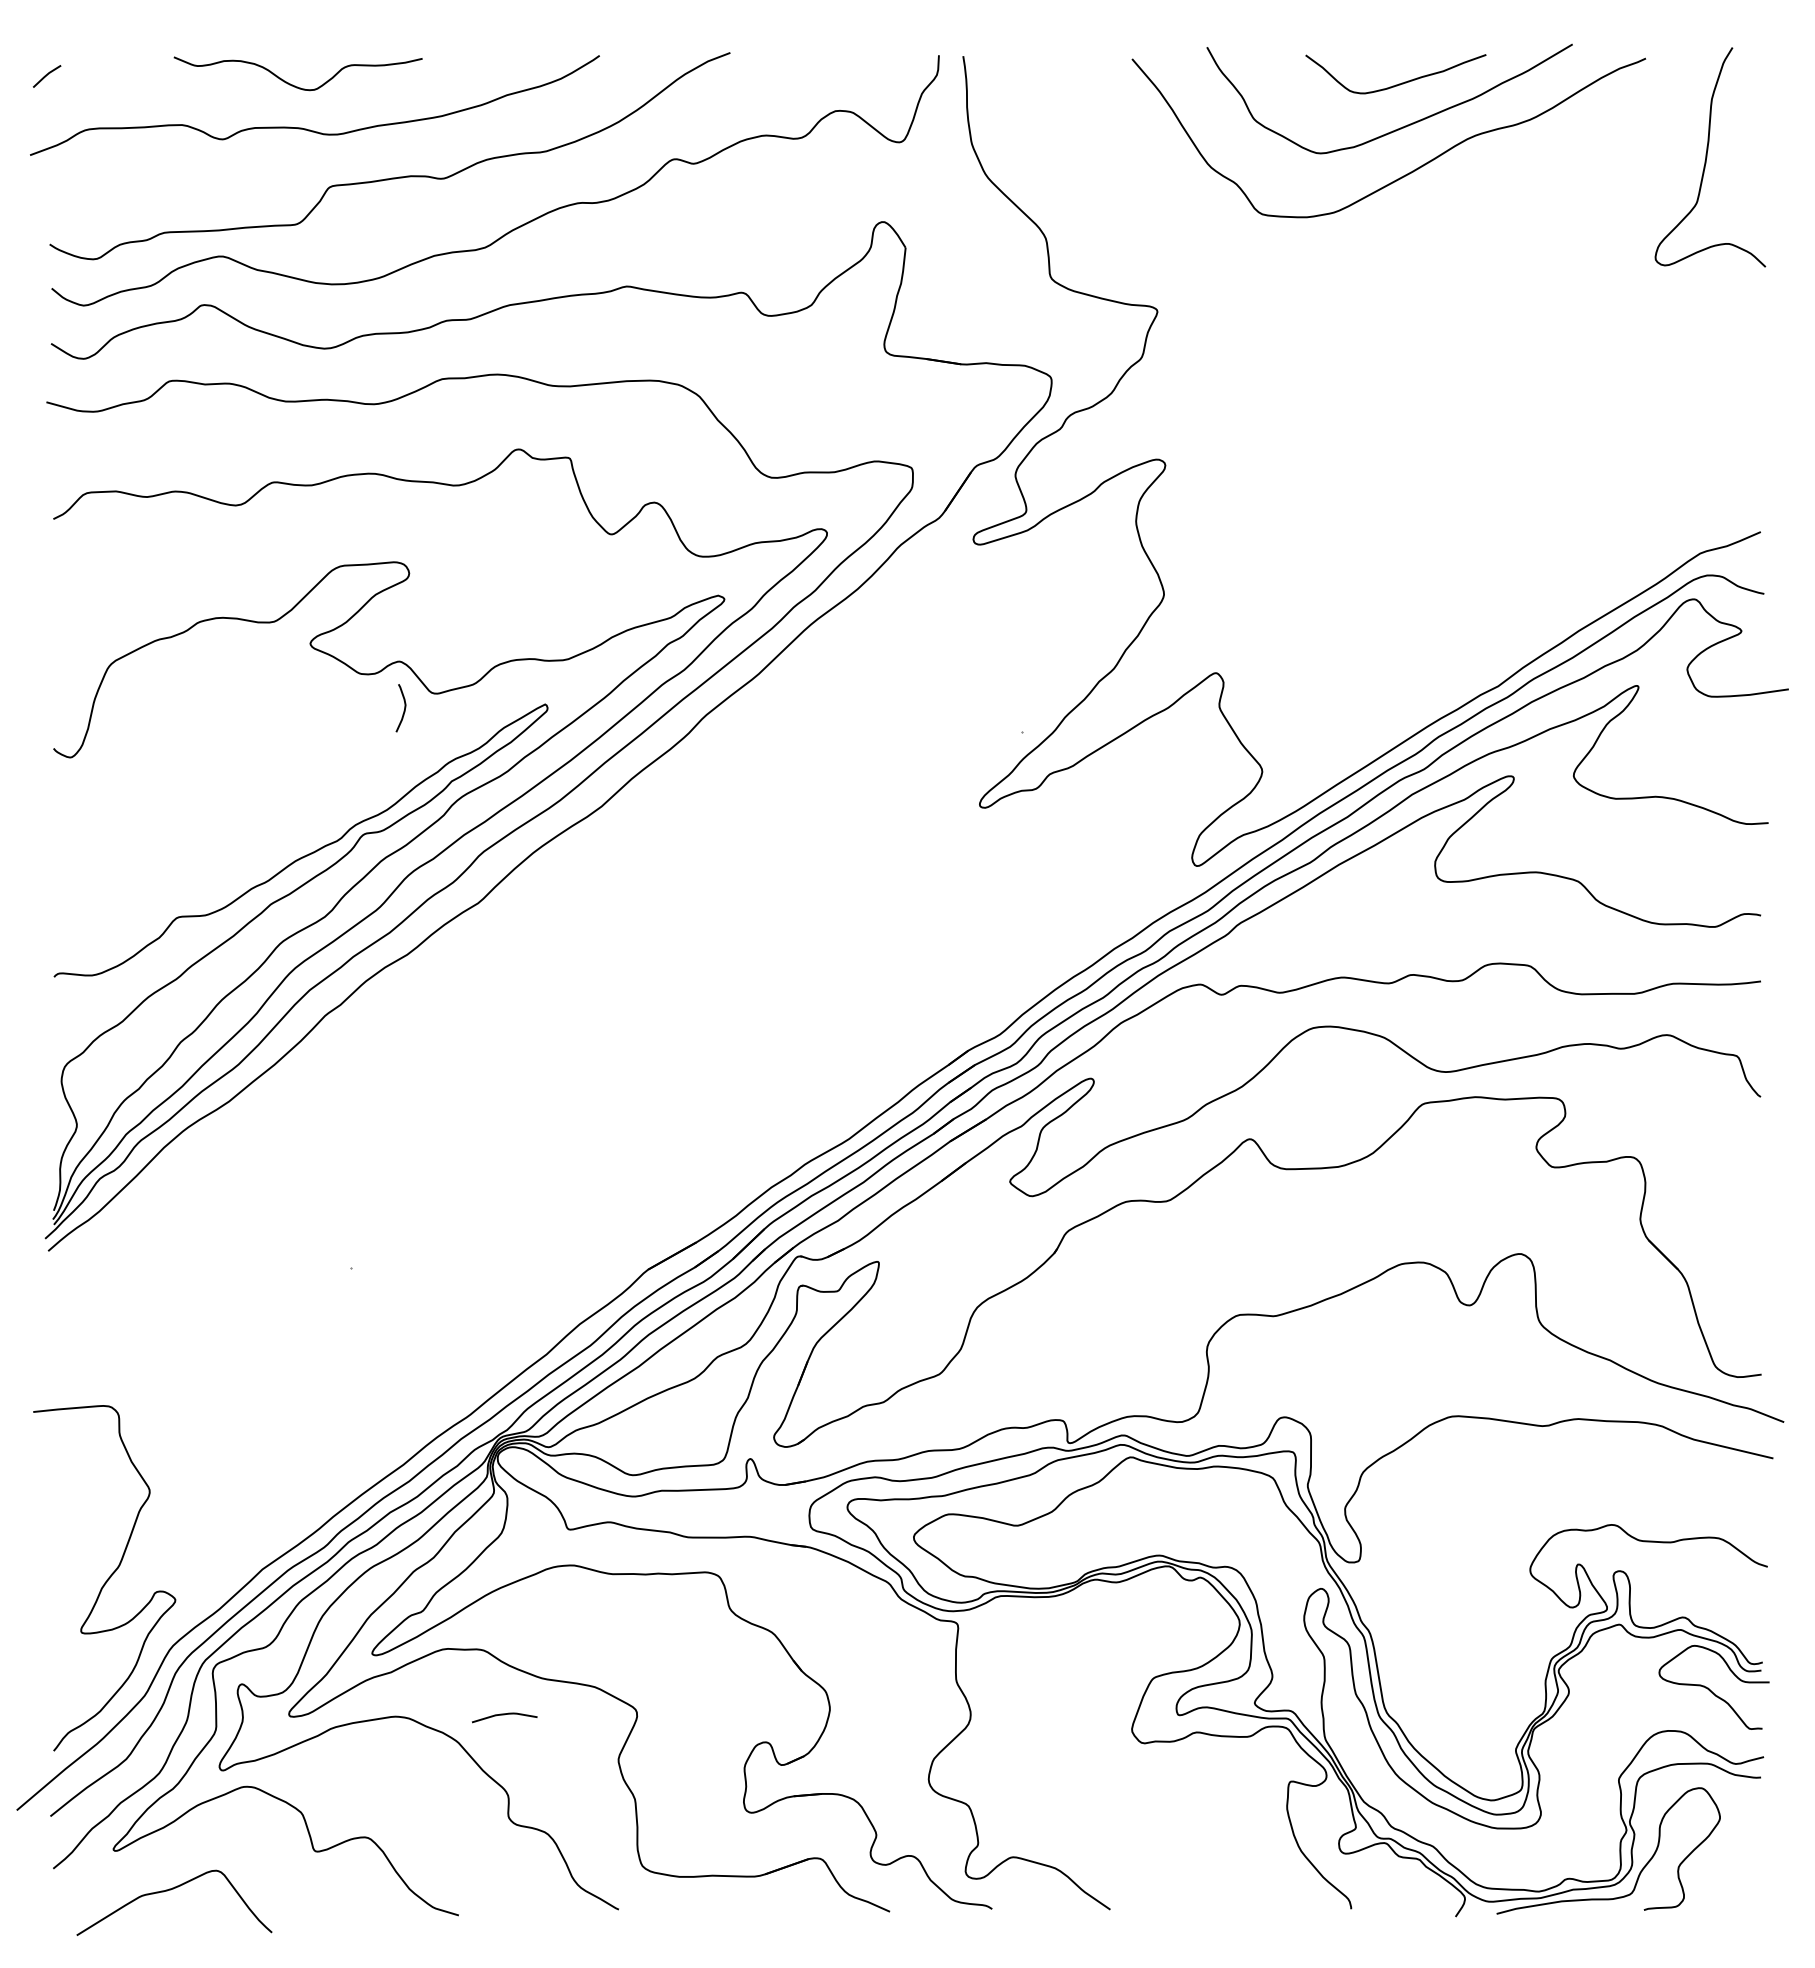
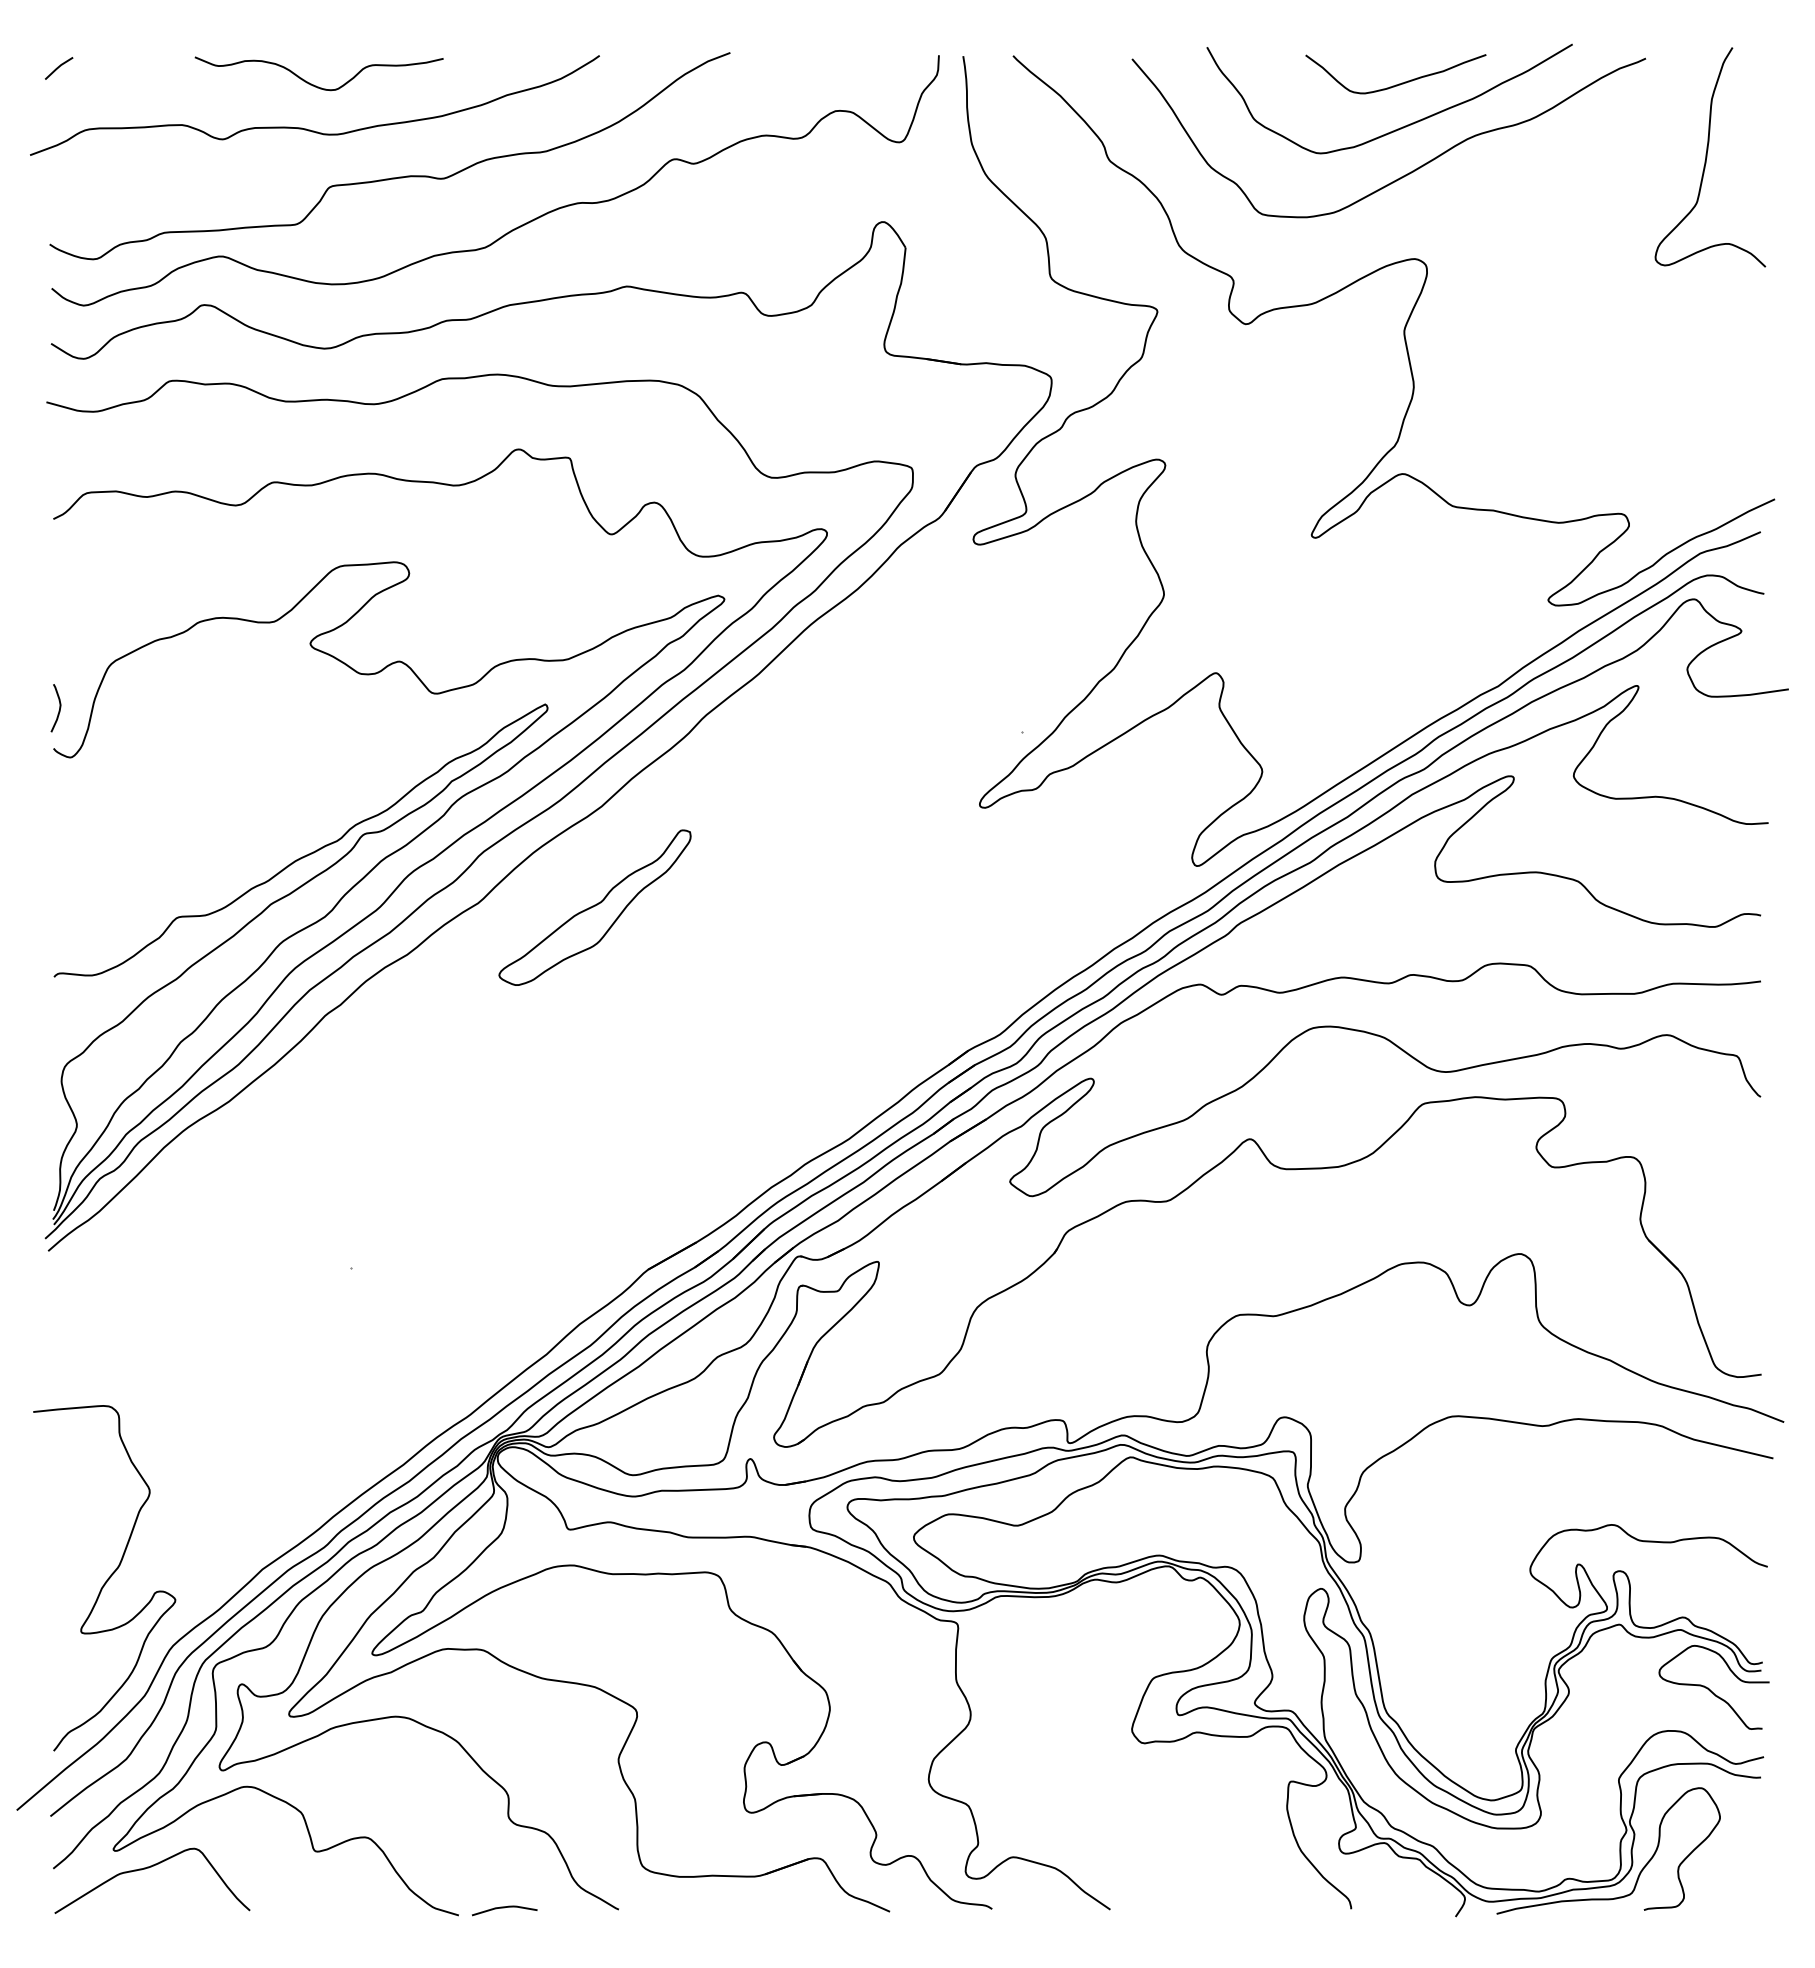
line at (47, 75) position: (47, 75) -> (59, 67)
curve at (292, 84) position: (292, 84) -> (313, 84)
curve at (1403, 330): none -> present
curve at (403, 710) position: (403, 710) -> (58, 710)
part at (594, 907): none -> present
curve at (504, 1715) position: (504, 1715) -> (504, 1908)
curve at (170, 1890) position: (170, 1890) -> (148, 1868)
